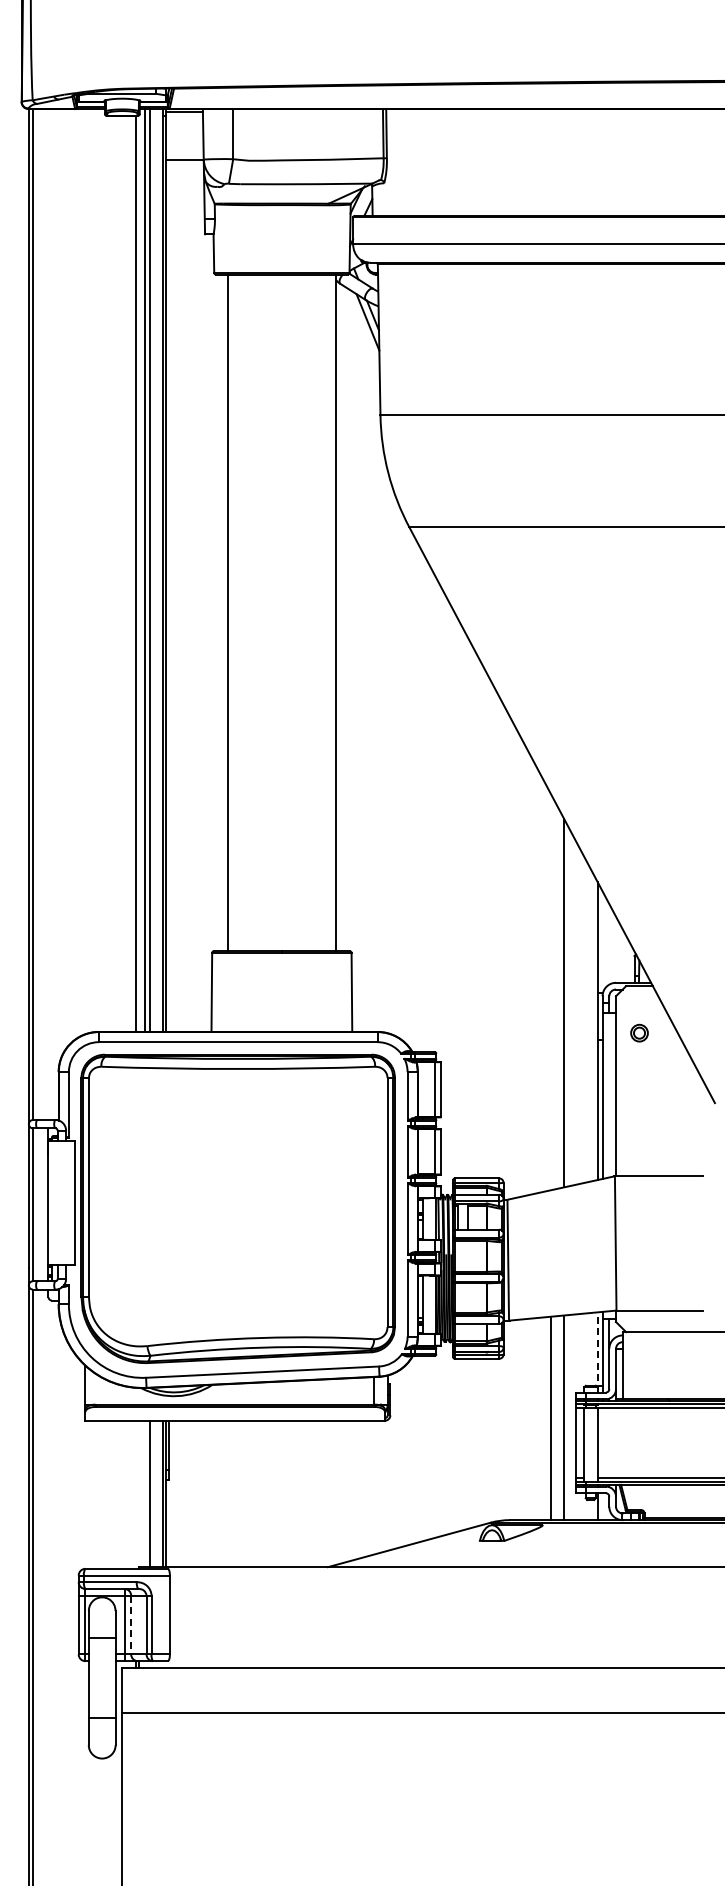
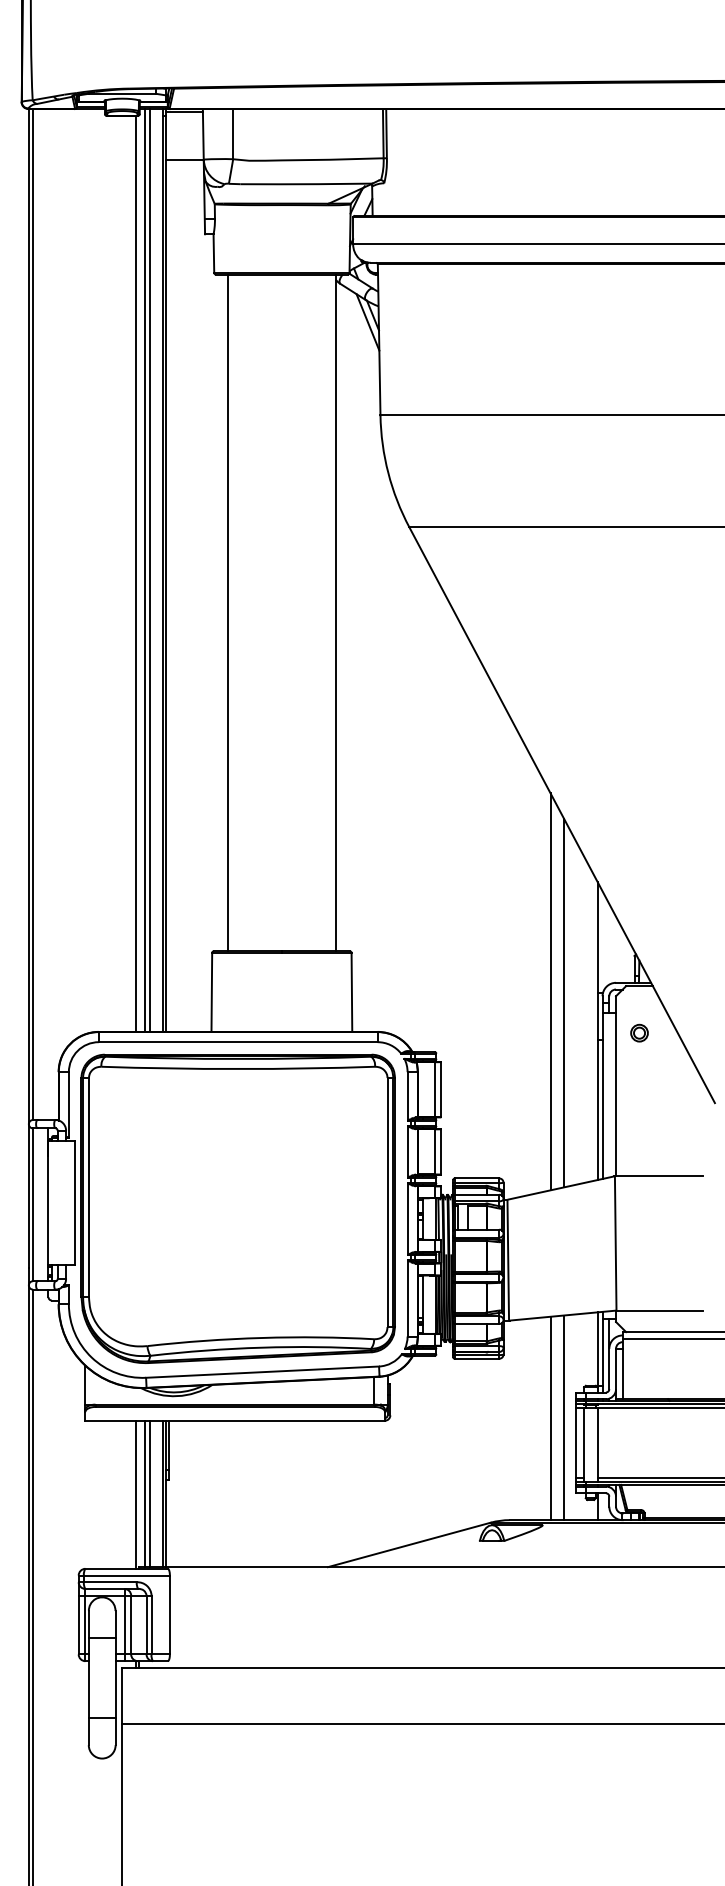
line at (550, 991): none -> present
line at (671, 1338): none -> present
line at (597, 1351): dashed -> solid
line at (145, 1493): none -> present
line at (135, 1494): none -> present
line at (131, 1625): dashed -> solid
line at (421, 1712) position: (421, 1712) -> (421, 1723)
